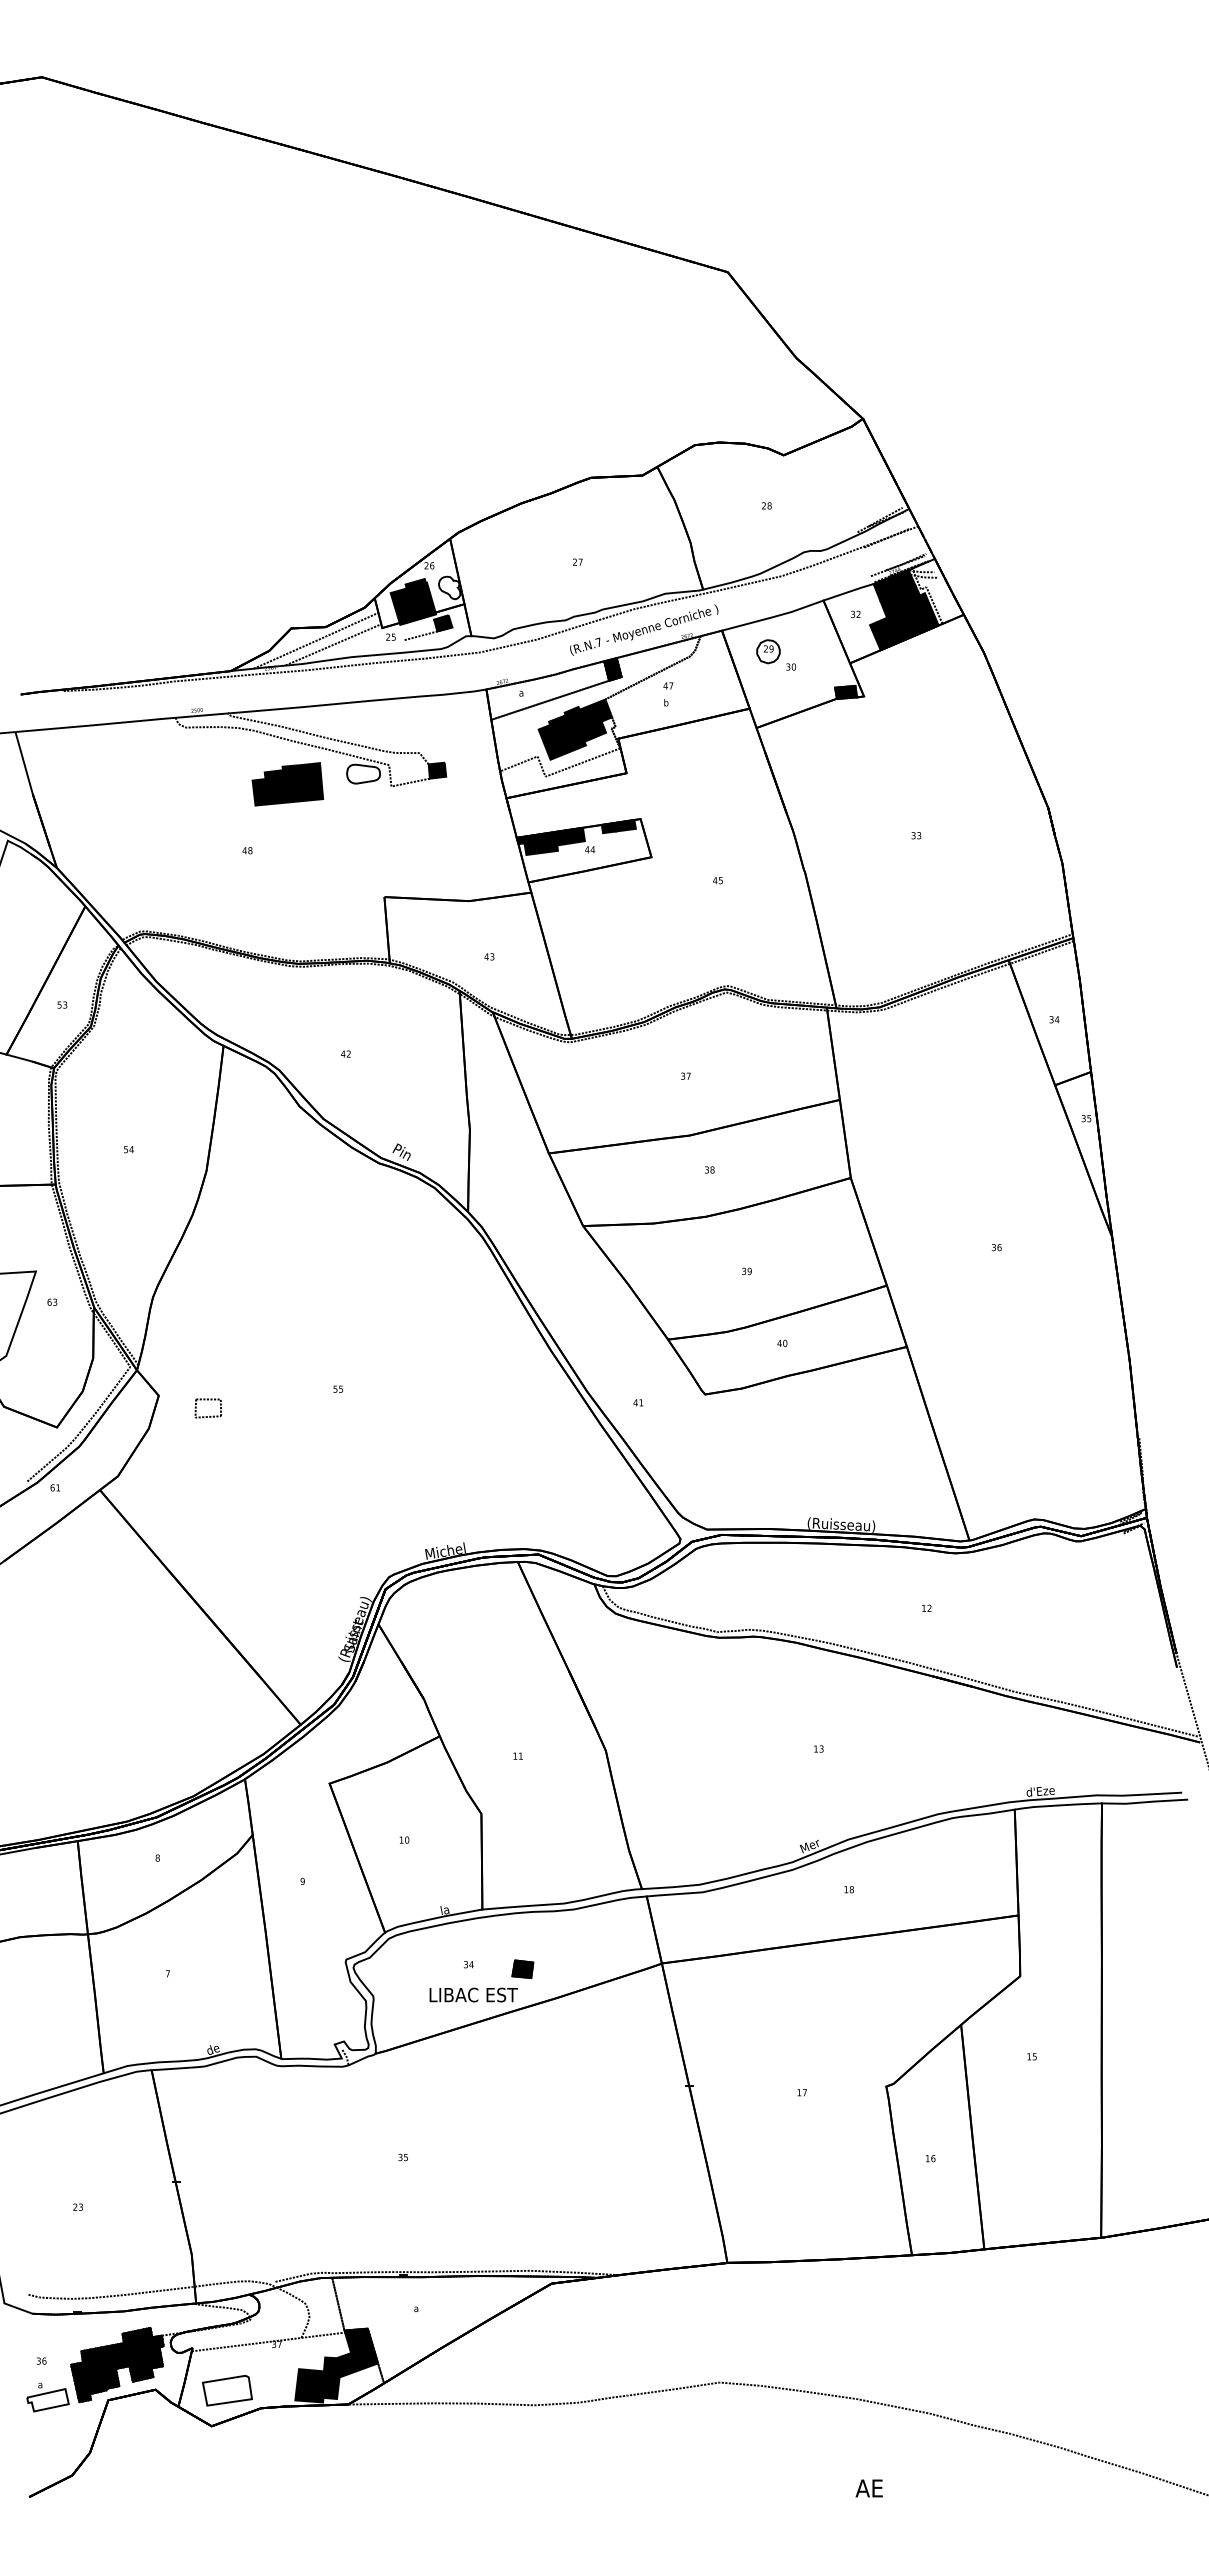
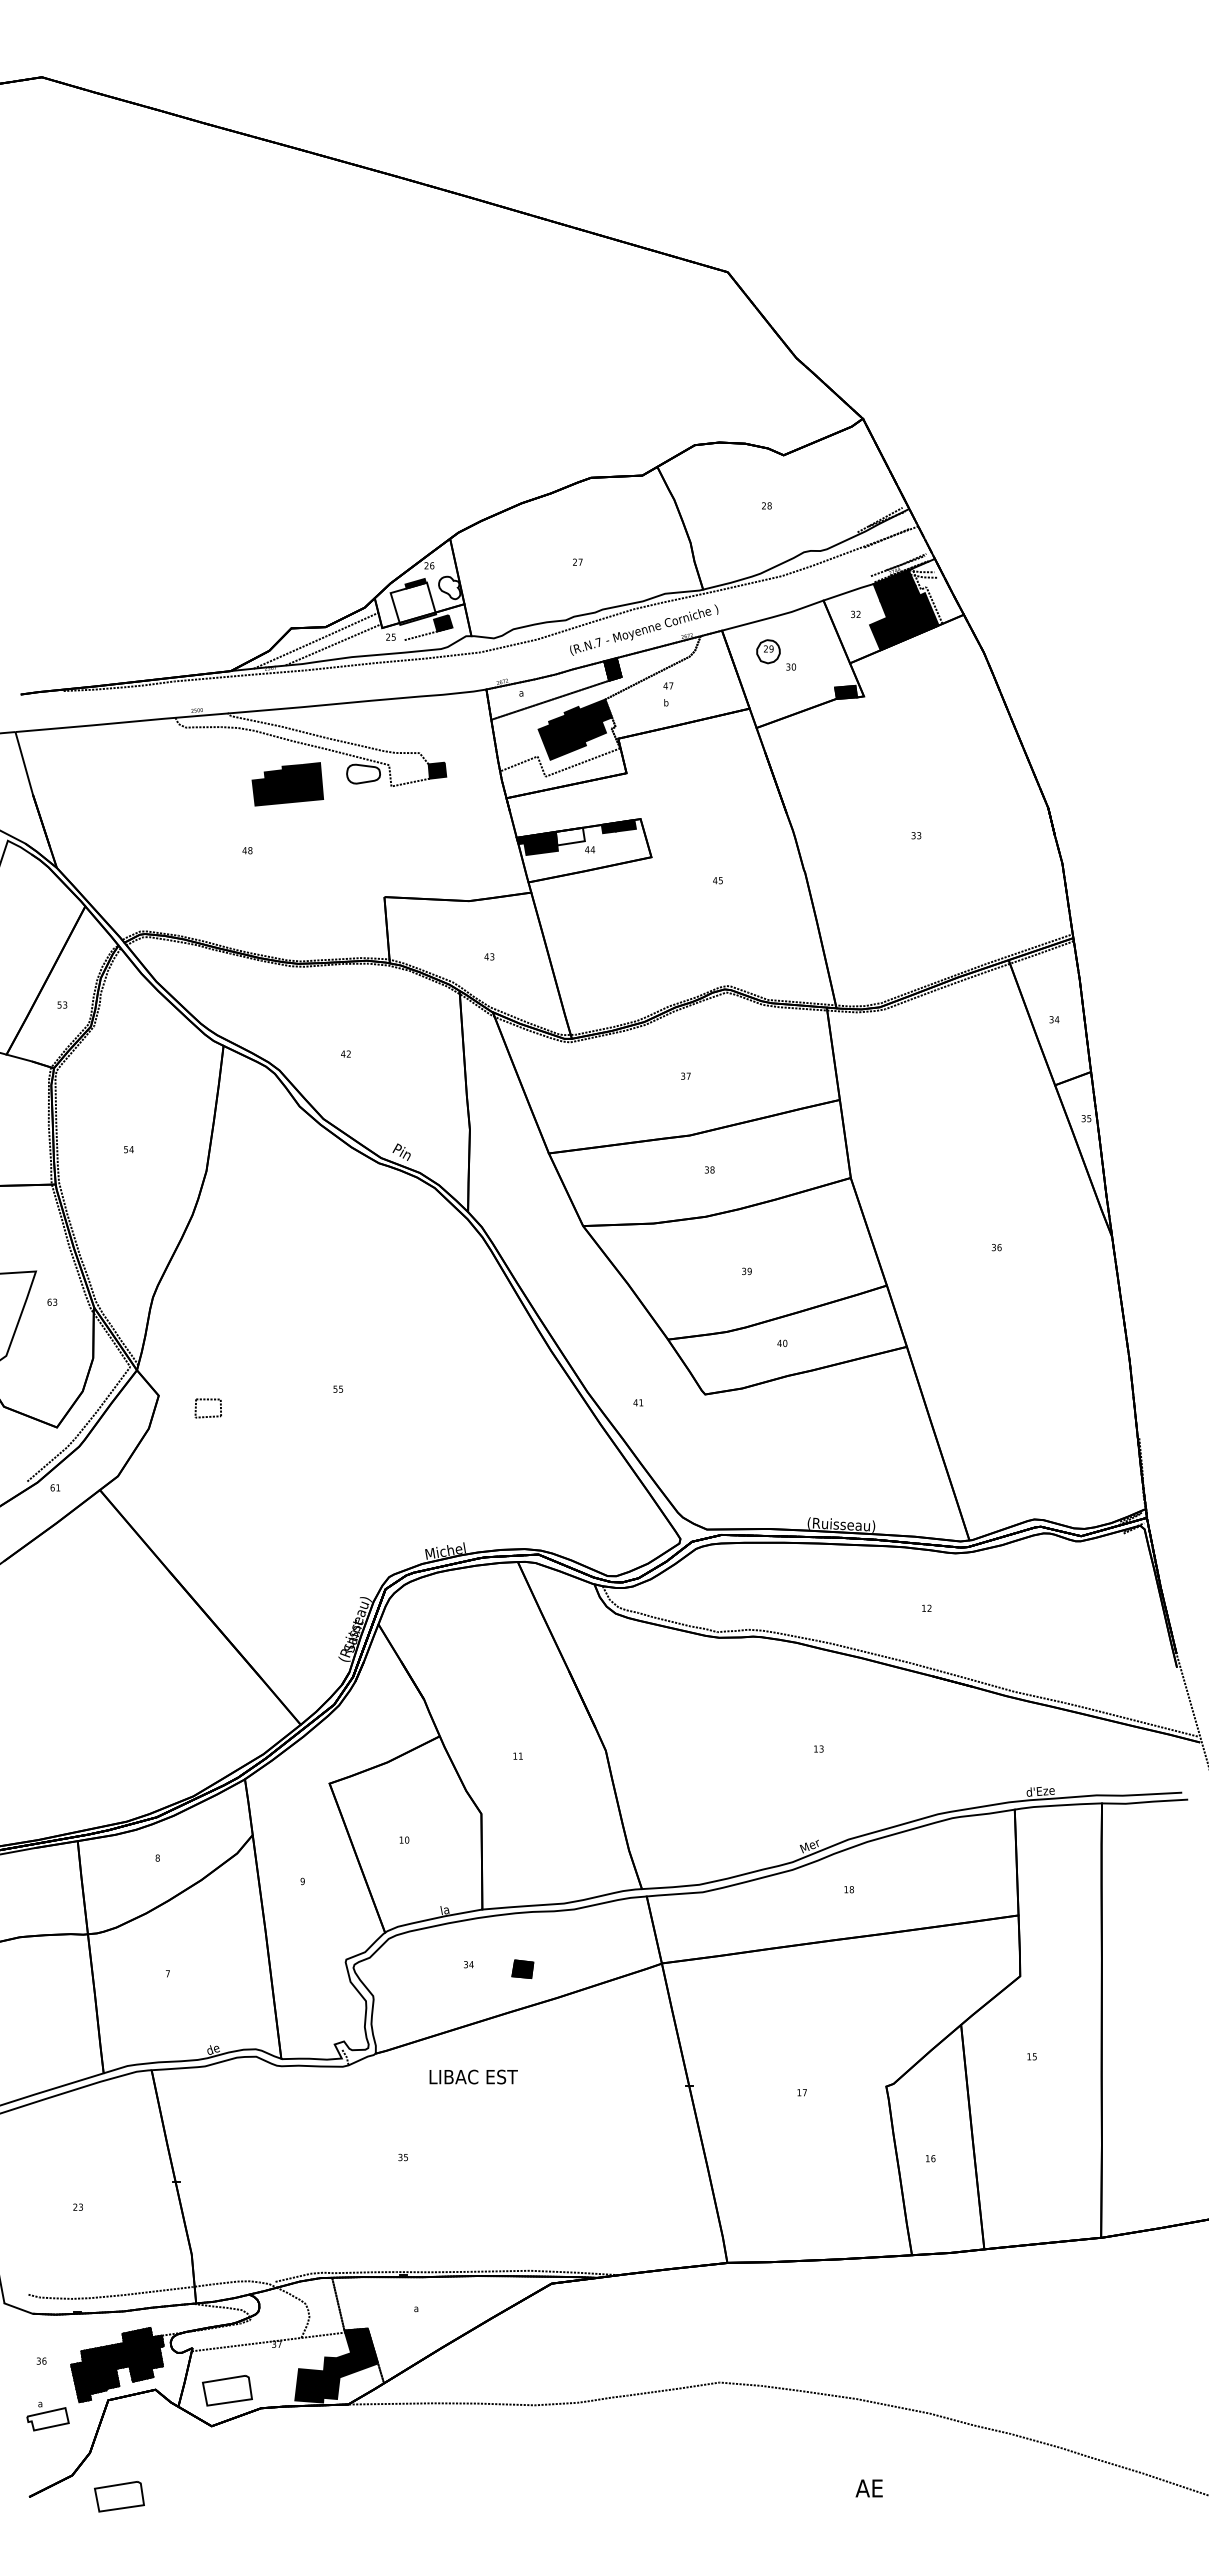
fill at (413, 603): present -> none
fill at (569, 836): present -> none
text at (473, 1994) position: (473, 1994) -> (473, 2076)
part at (47, 2397) position: (47, 2397) -> (47, 2416)
part at (119, 2496): none -> present
